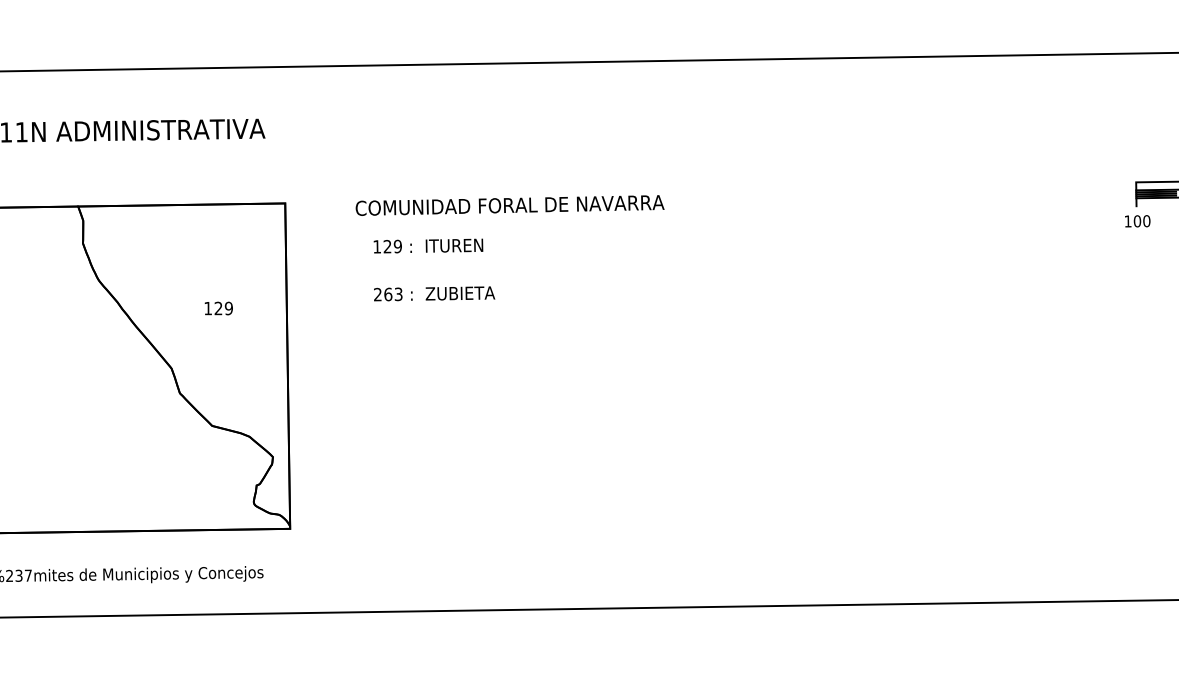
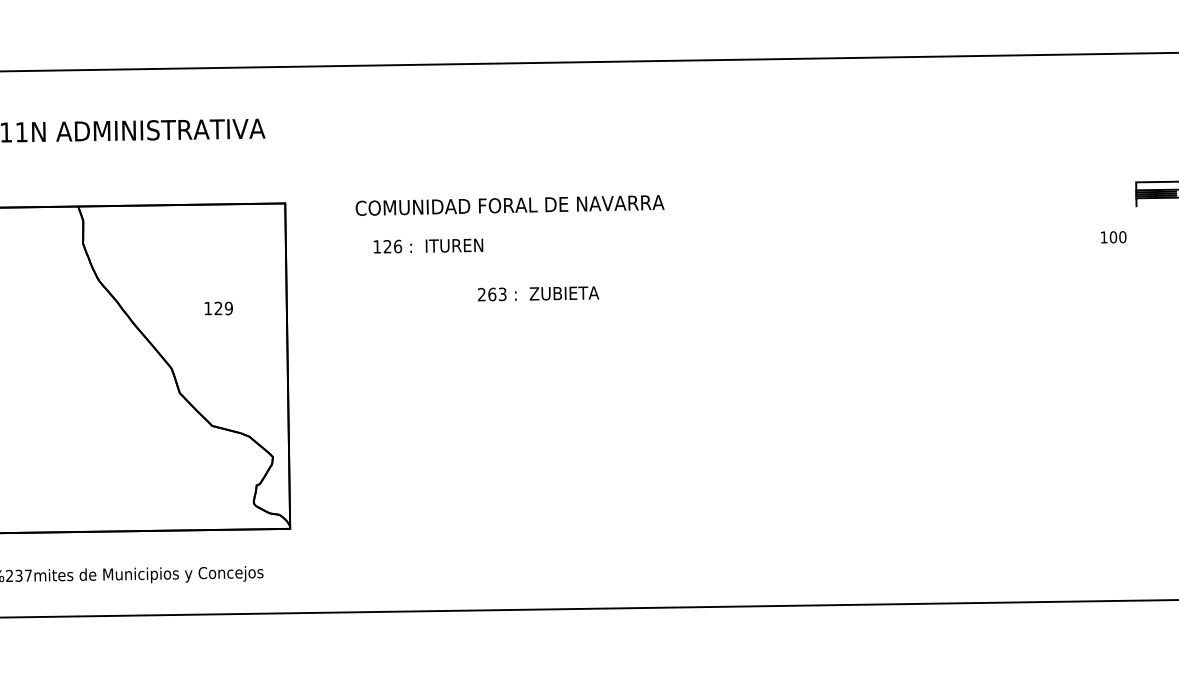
text at (1137, 221) position: (1137, 221) -> (1113, 237)
text at (397, 246): 129 -> 126
text at (434, 293) position: (434, 293) -> (538, 293)
